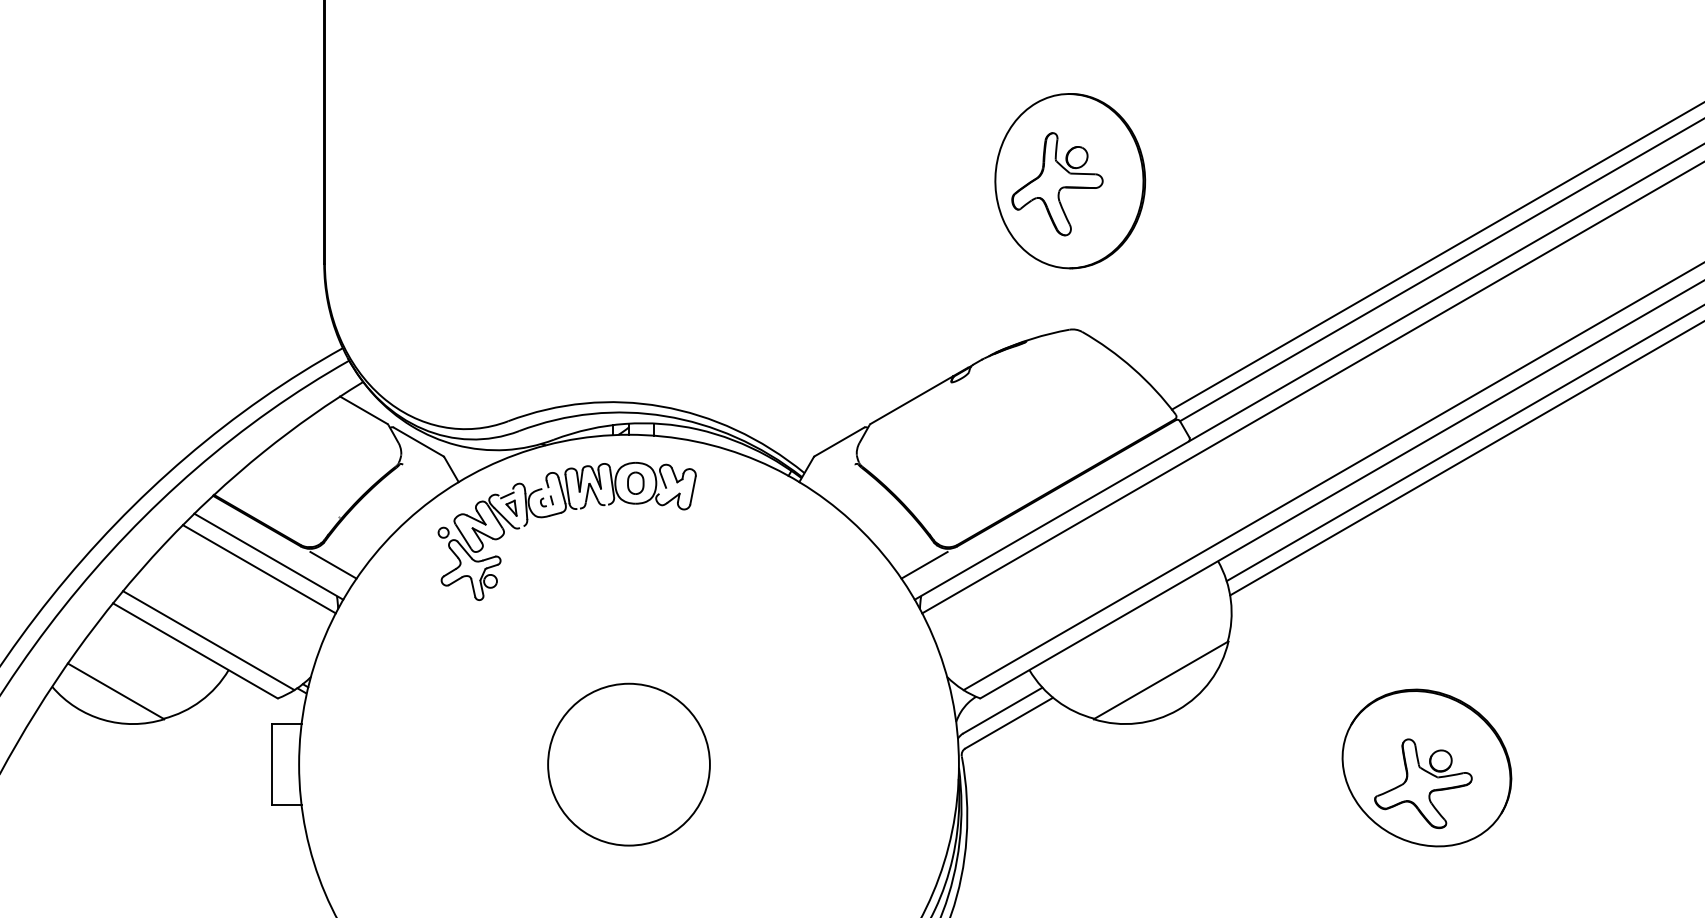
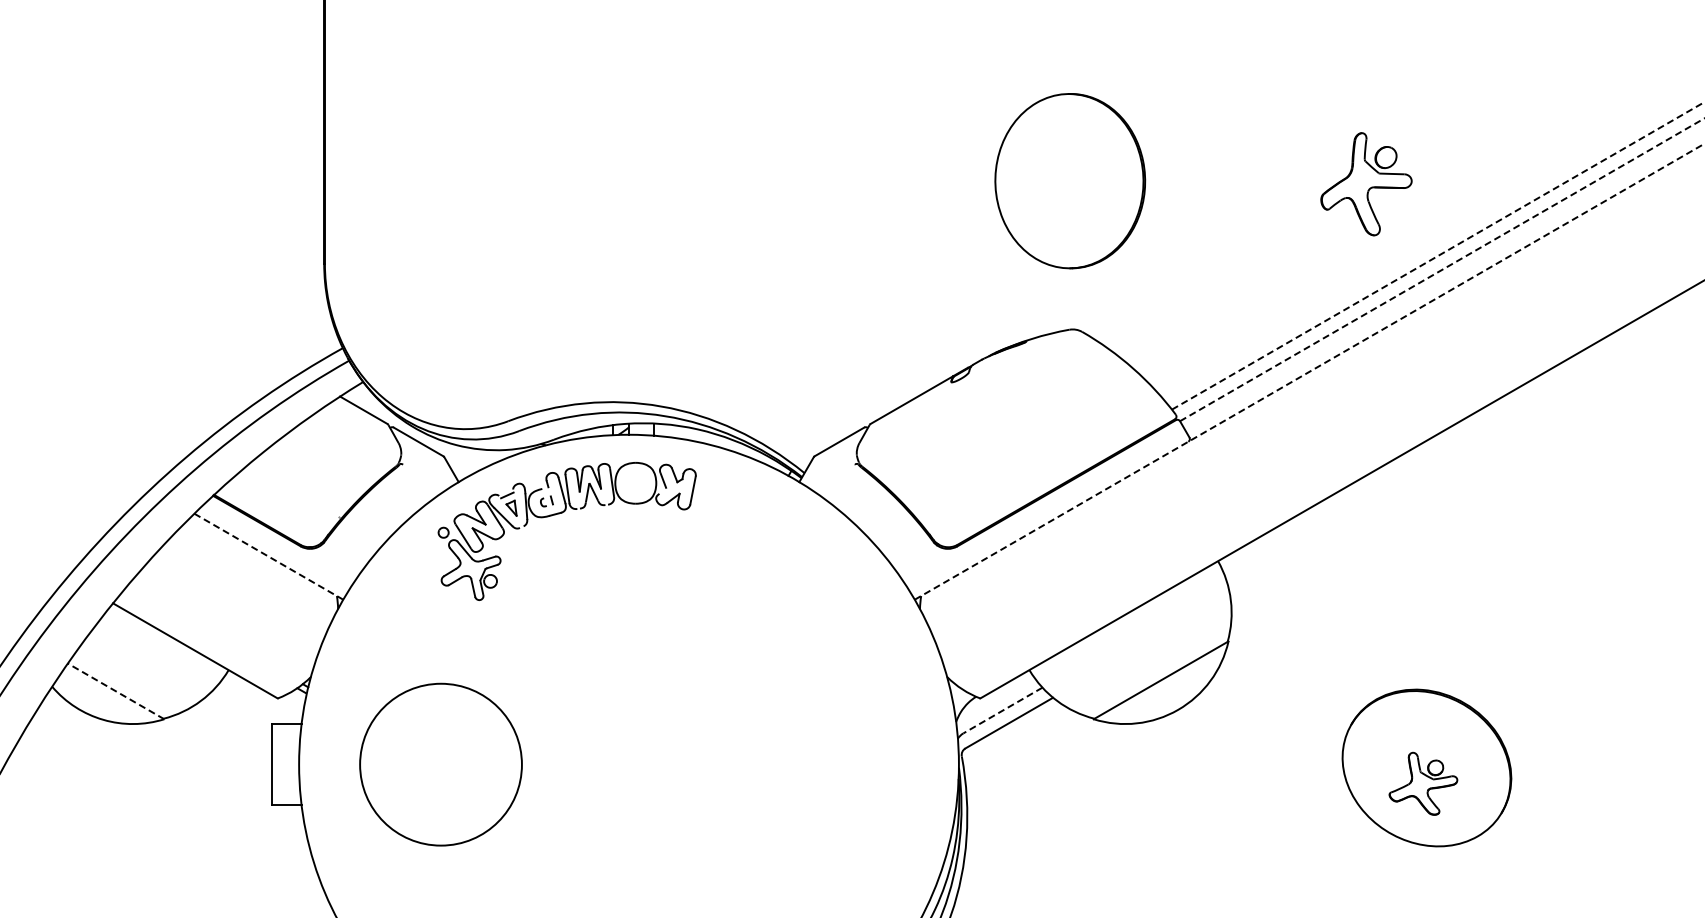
part at (1057, 184) position: (1057, 184) -> (1366, 184)
line at (1438, 255): solid -> dashed
line at (1442, 269): solid -> dashed
line at (1310, 371): solid -> dashed
line at (1311, 388): present -> none
line at (1463, 443): present -> none
line at (1465, 459): present -> none
line at (1332, 477): present -> none
part at (635, 482): present -> none
line at (268, 556): solid -> dashed
line at (333, 564): present -> none
line at (924, 564): present -> none
line at (258, 569): present -> none
line at (208, 640): present -> none
line at (116, 691): solid -> dashed
line at (1002, 710): solid -> dashed
circle at (628, 764) position: (628, 764) -> (440, 764)
part at (1423, 783) size: 99x92 px -> 71x65 px
